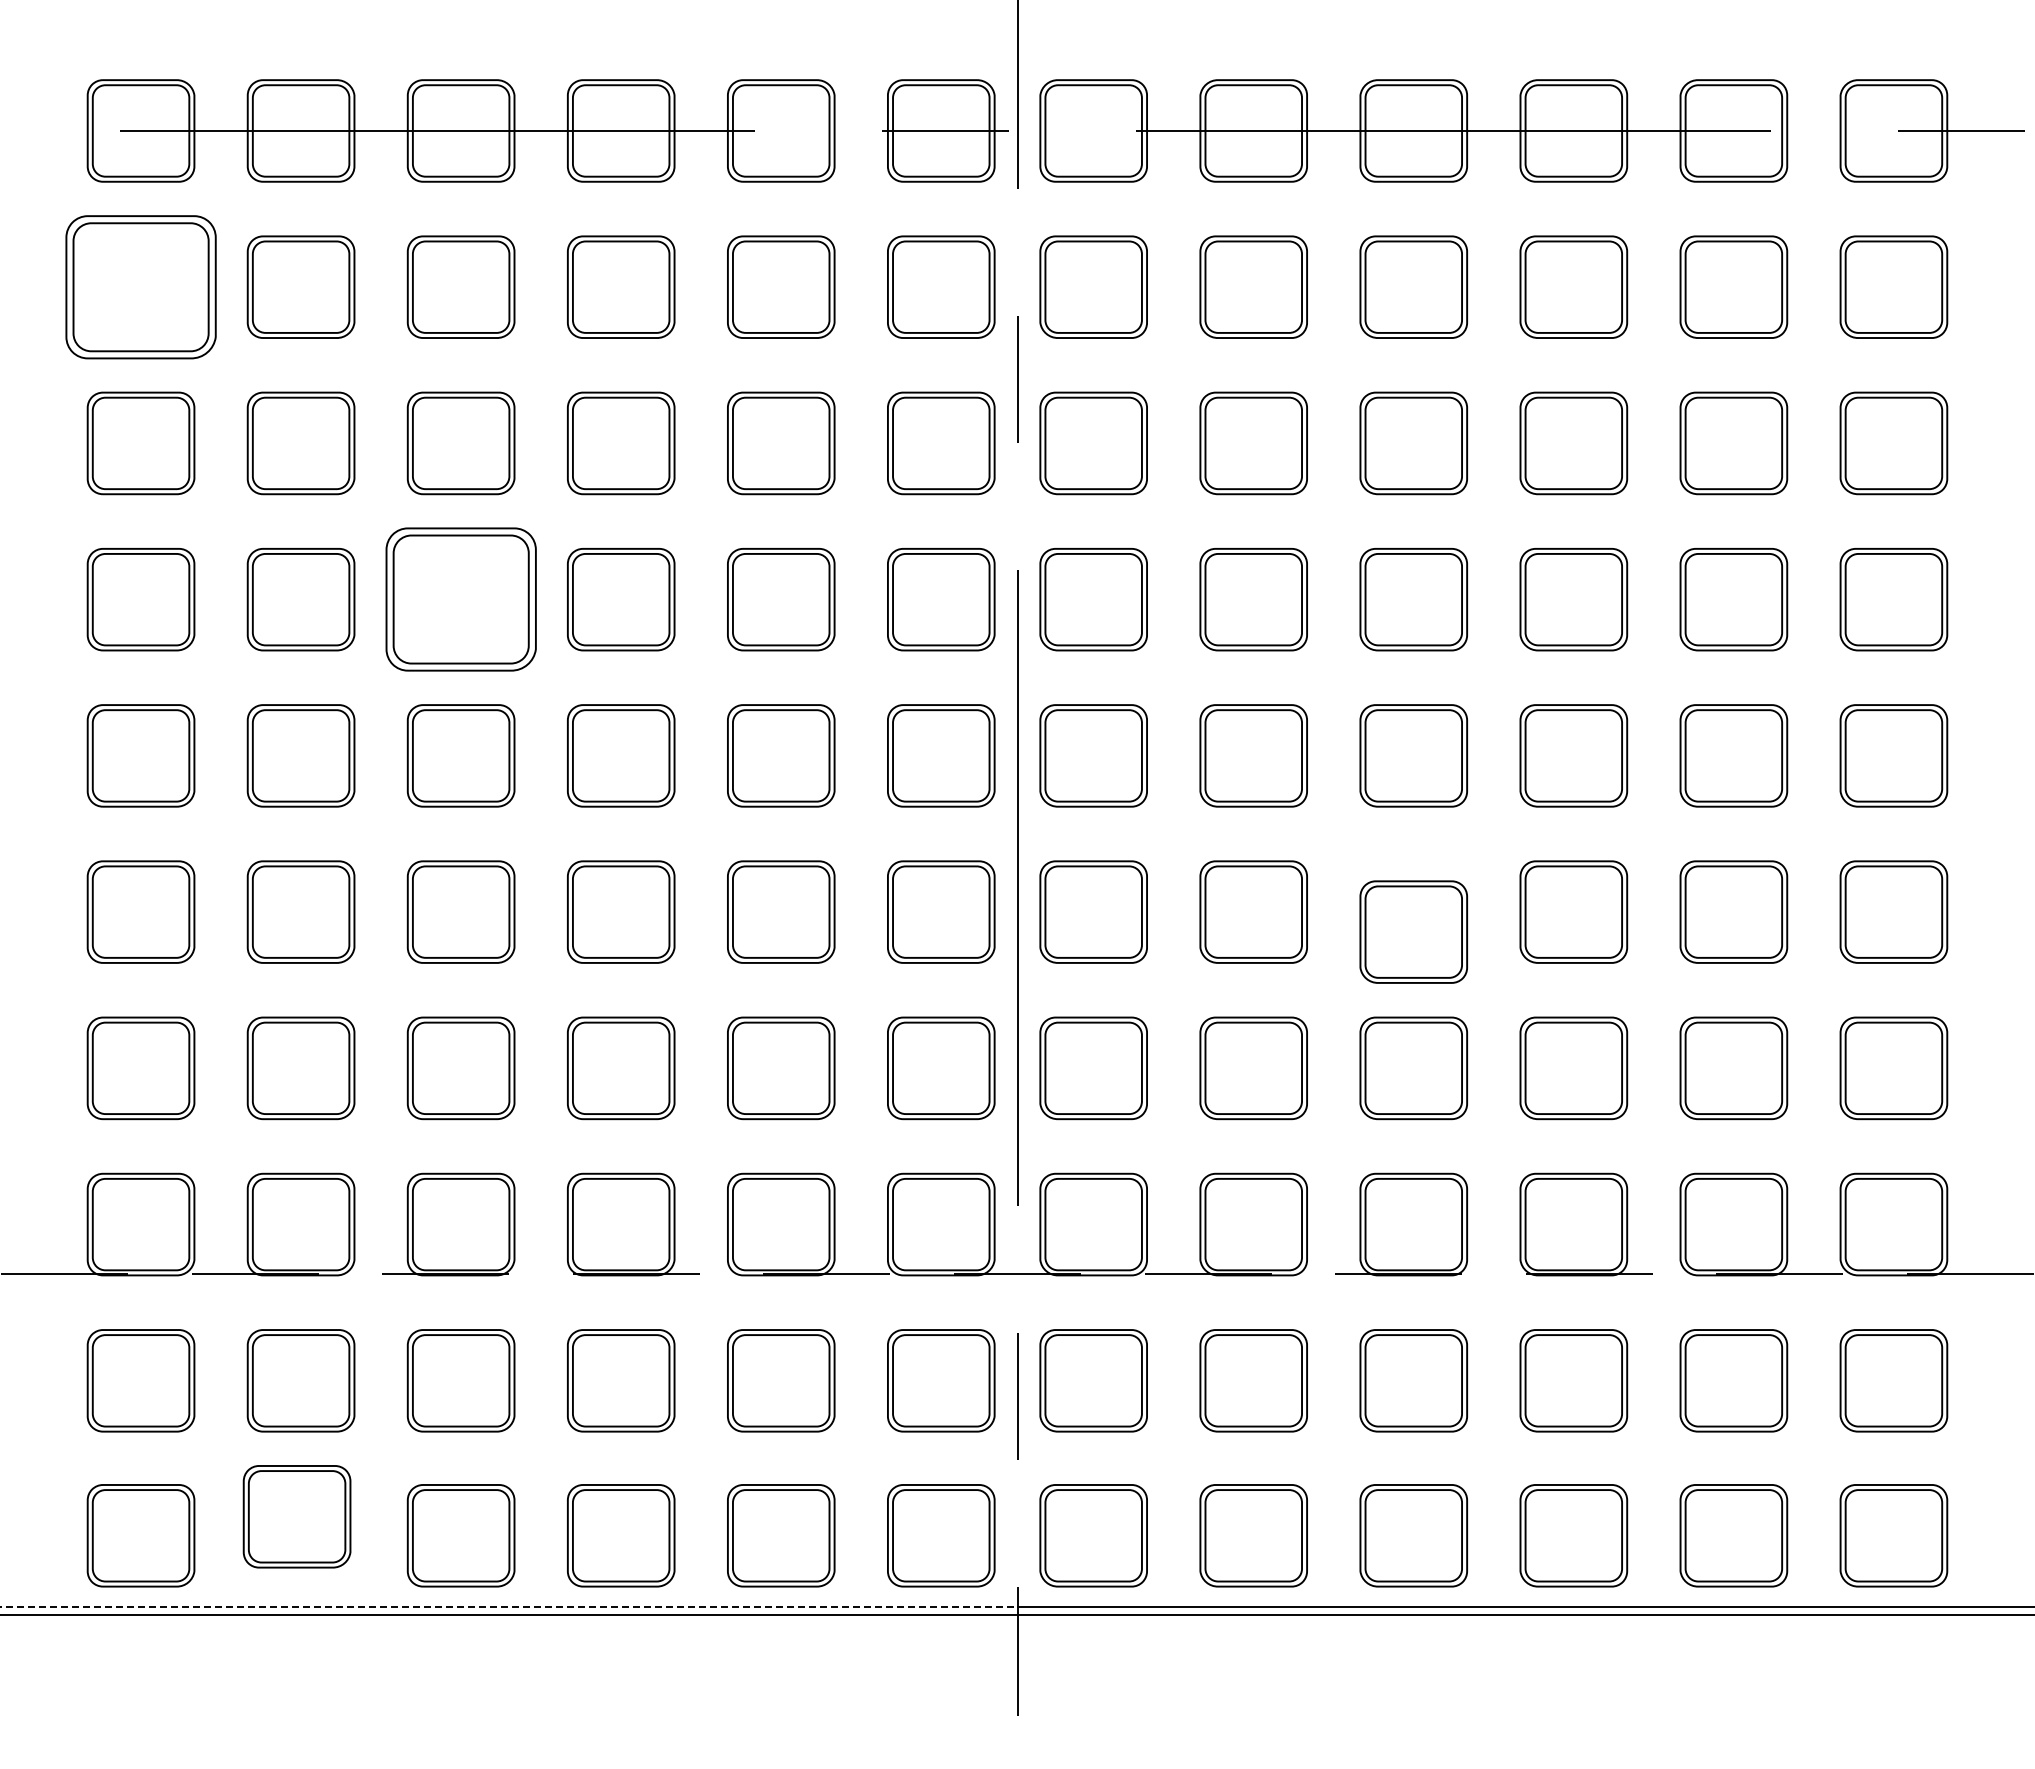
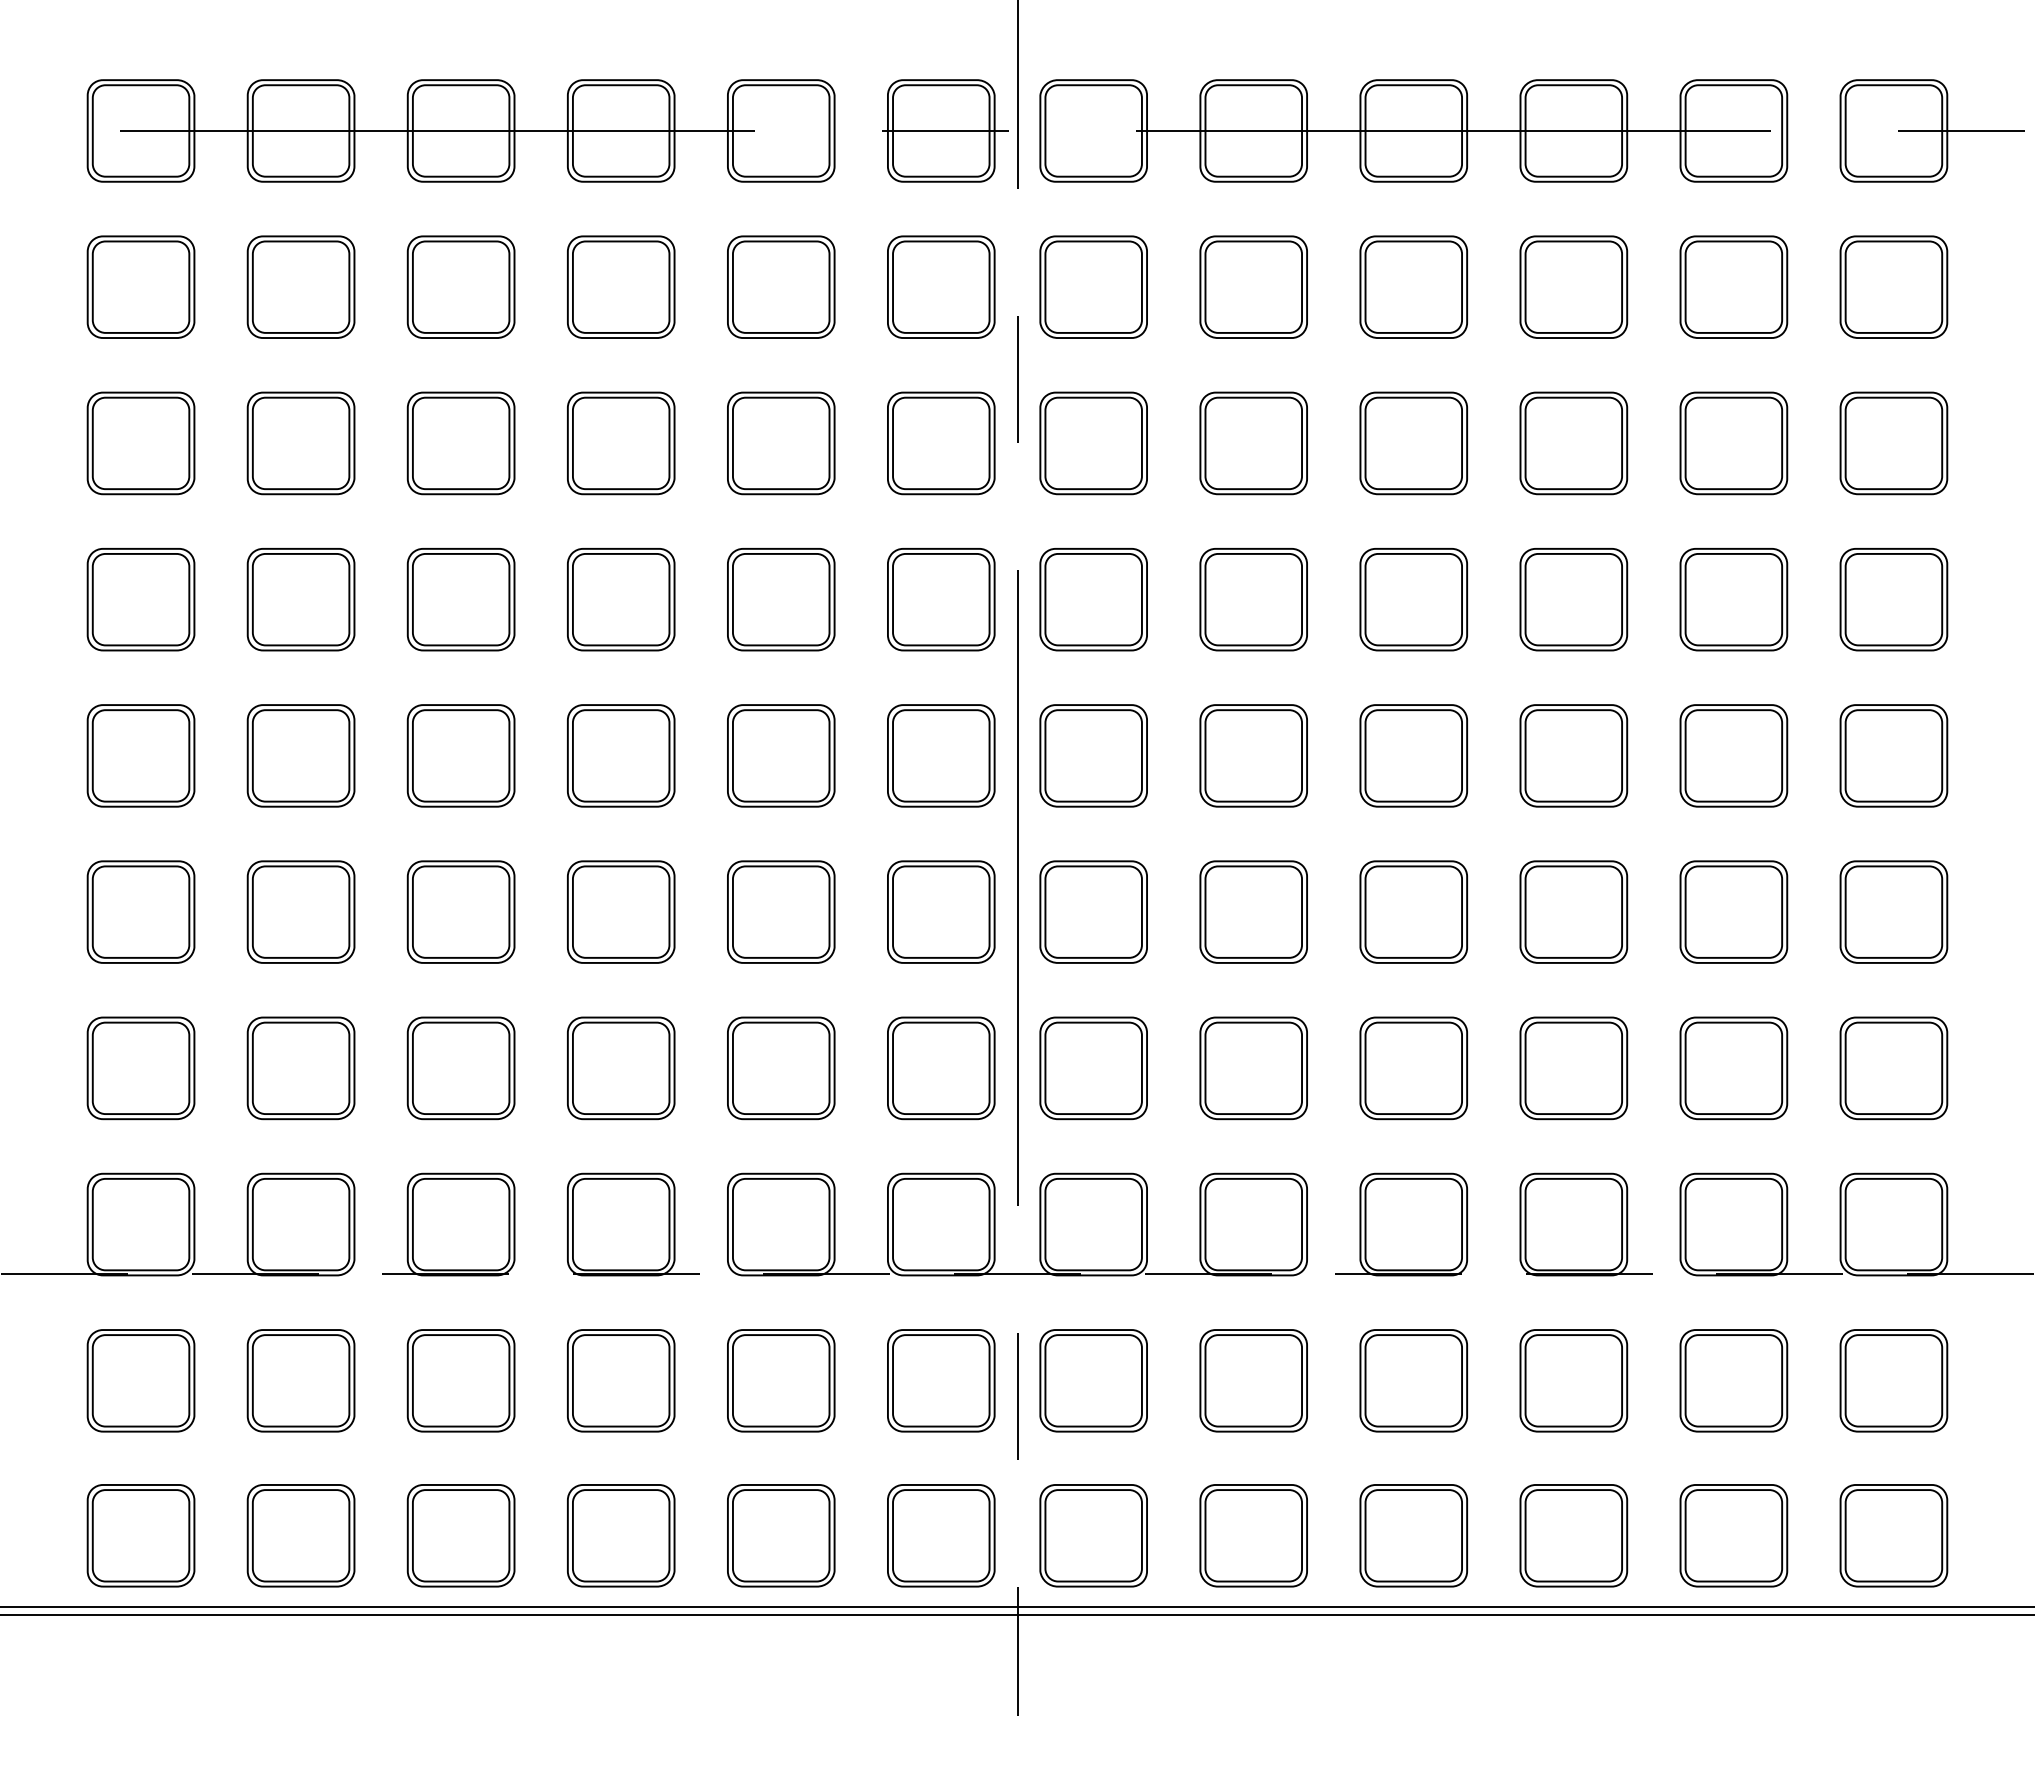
part at (140, 287) size: 152x145 px -> 110x104 px
part at (460, 599) size: 152x145 px -> 110x104 px
part at (1413, 931) position: (1413, 931) -> (1413, 911)
part at (296, 1516) position: (296, 1516) -> (300, 1535)
line at (509, 1606): dashed -> solid
